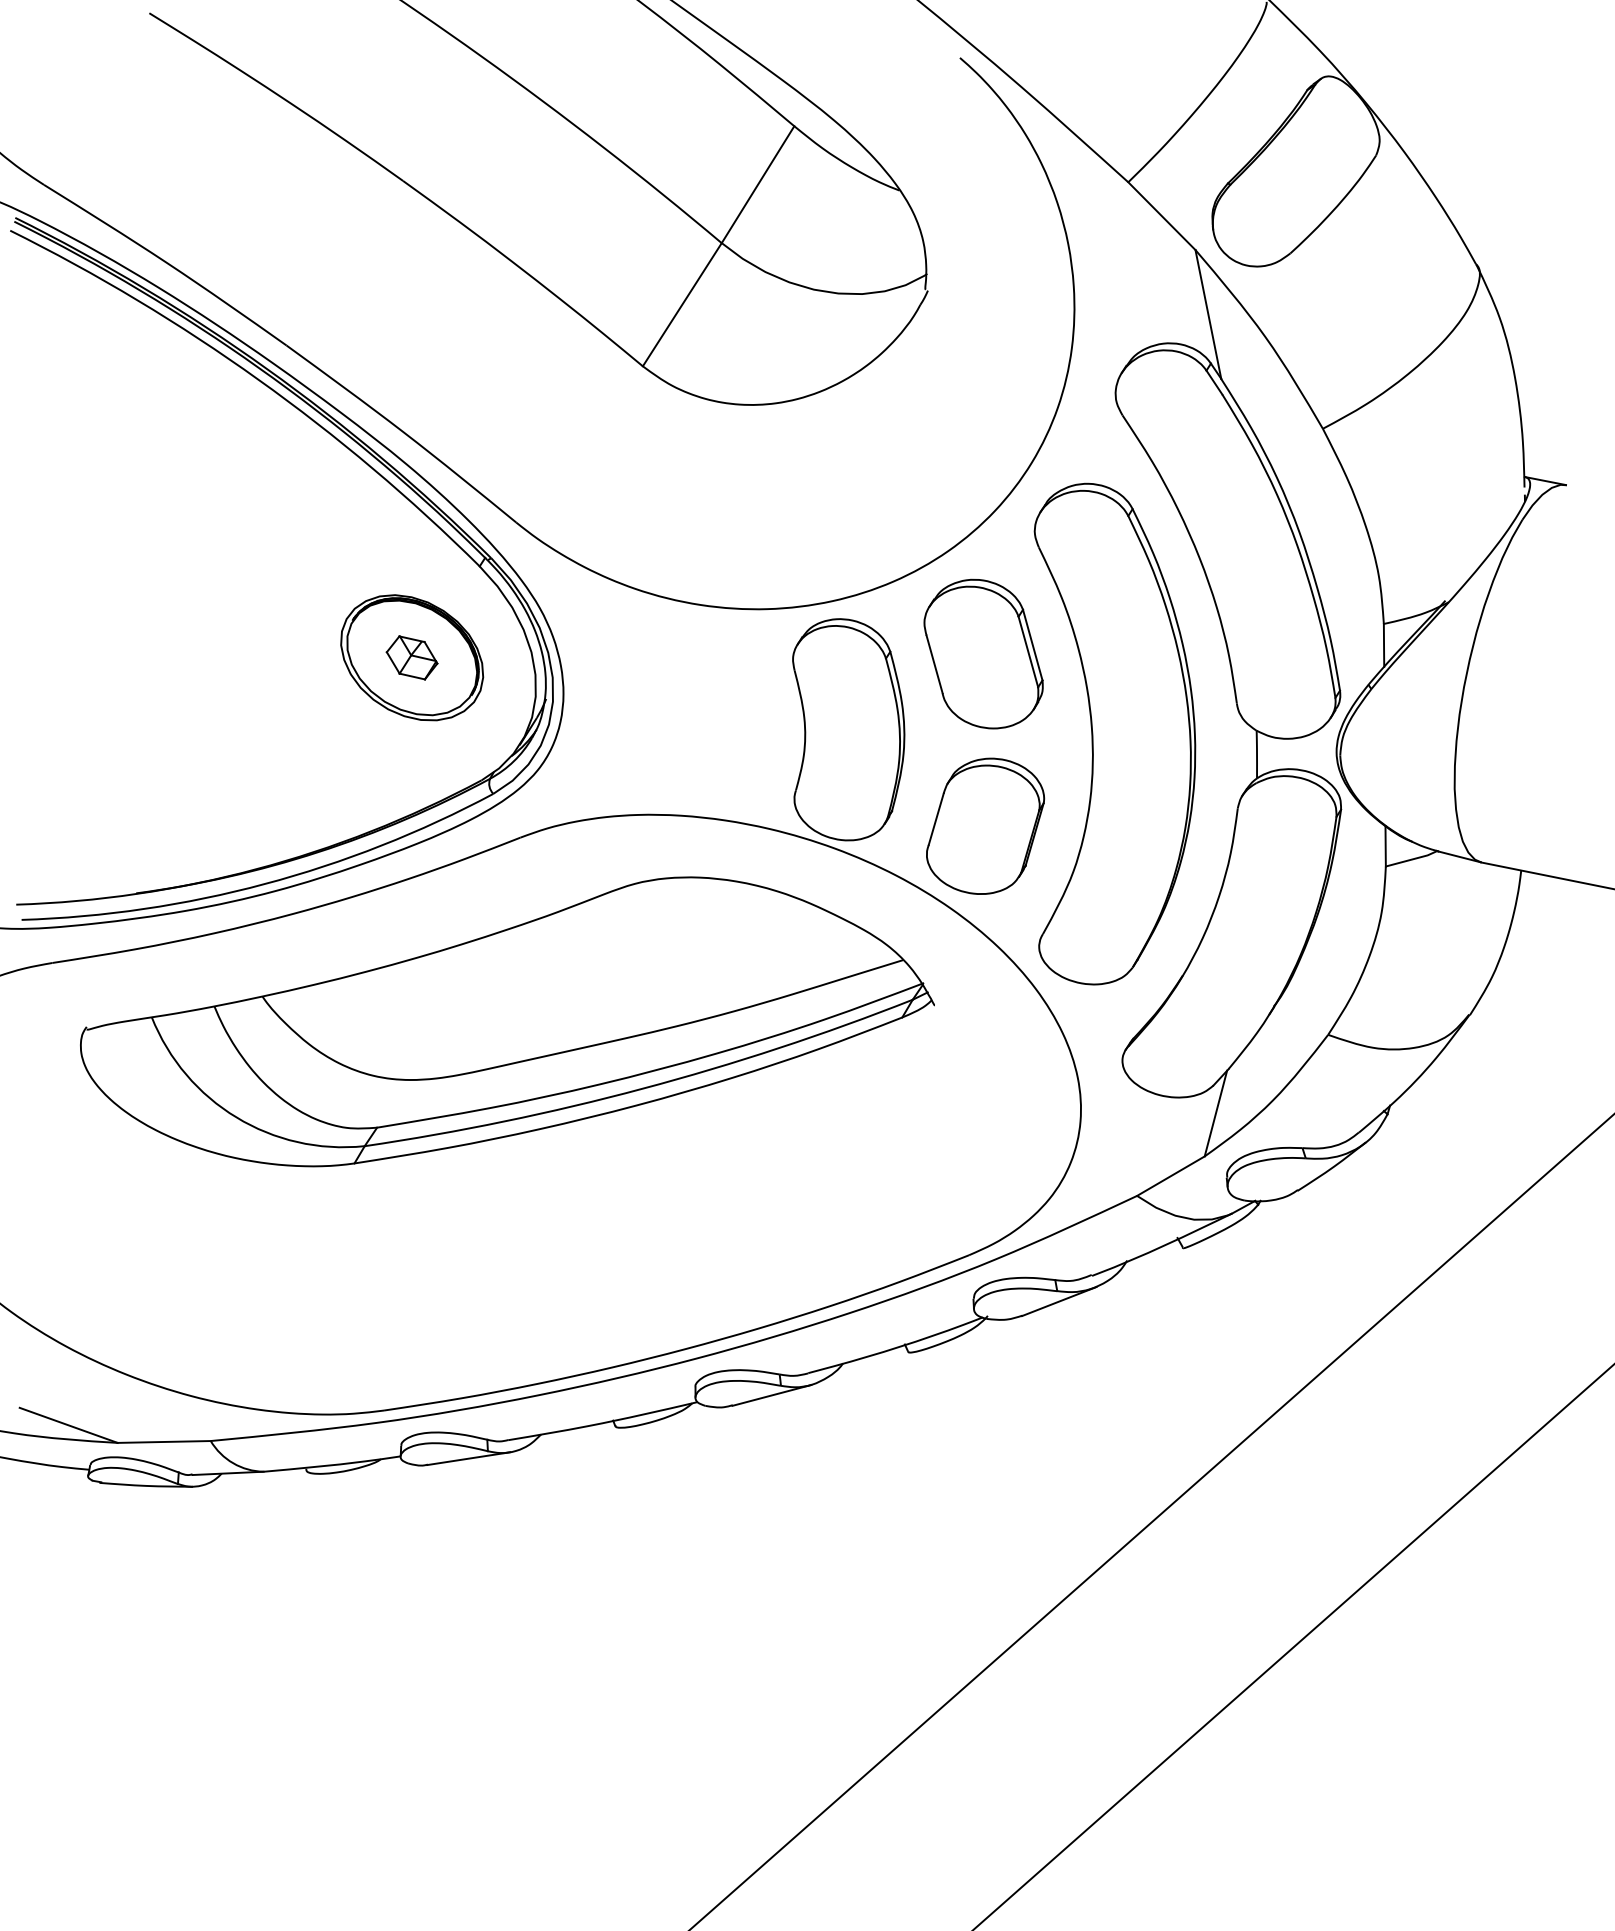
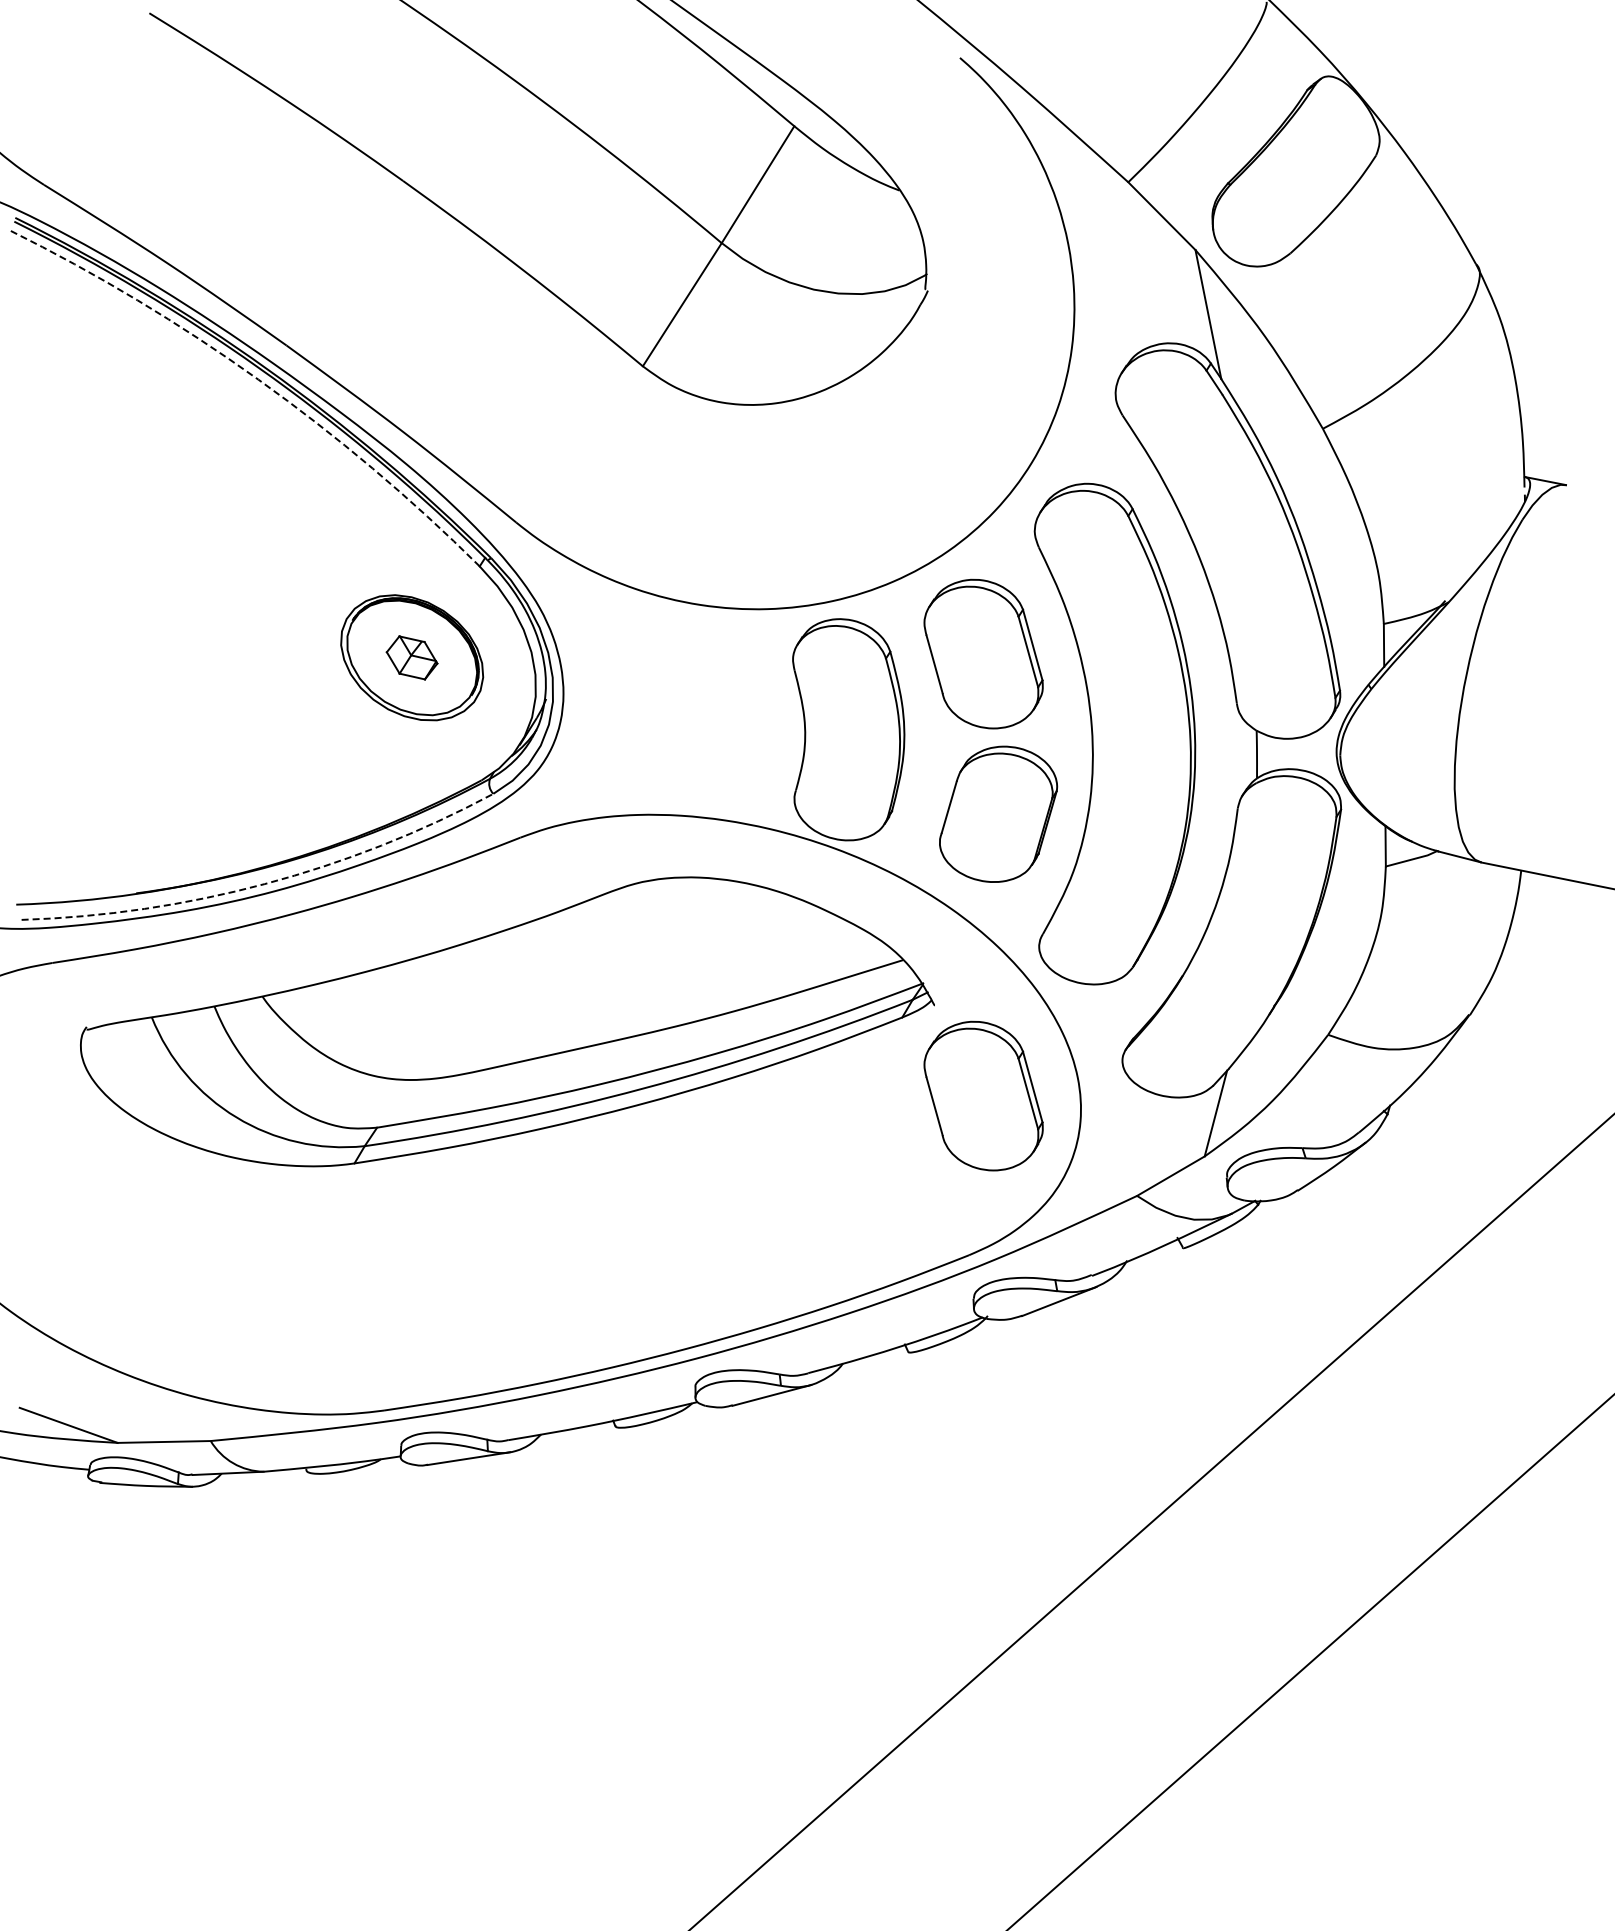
arc at (258, 379): solid -> dashed
part at (985, 825) position: (985, 825) -> (998, 813)
arc at (264, 884): solid -> dashed
part at (983, 1095): none -> present
line at (1293, 1646) position: (1293, 1646) -> (1310, 1661)
